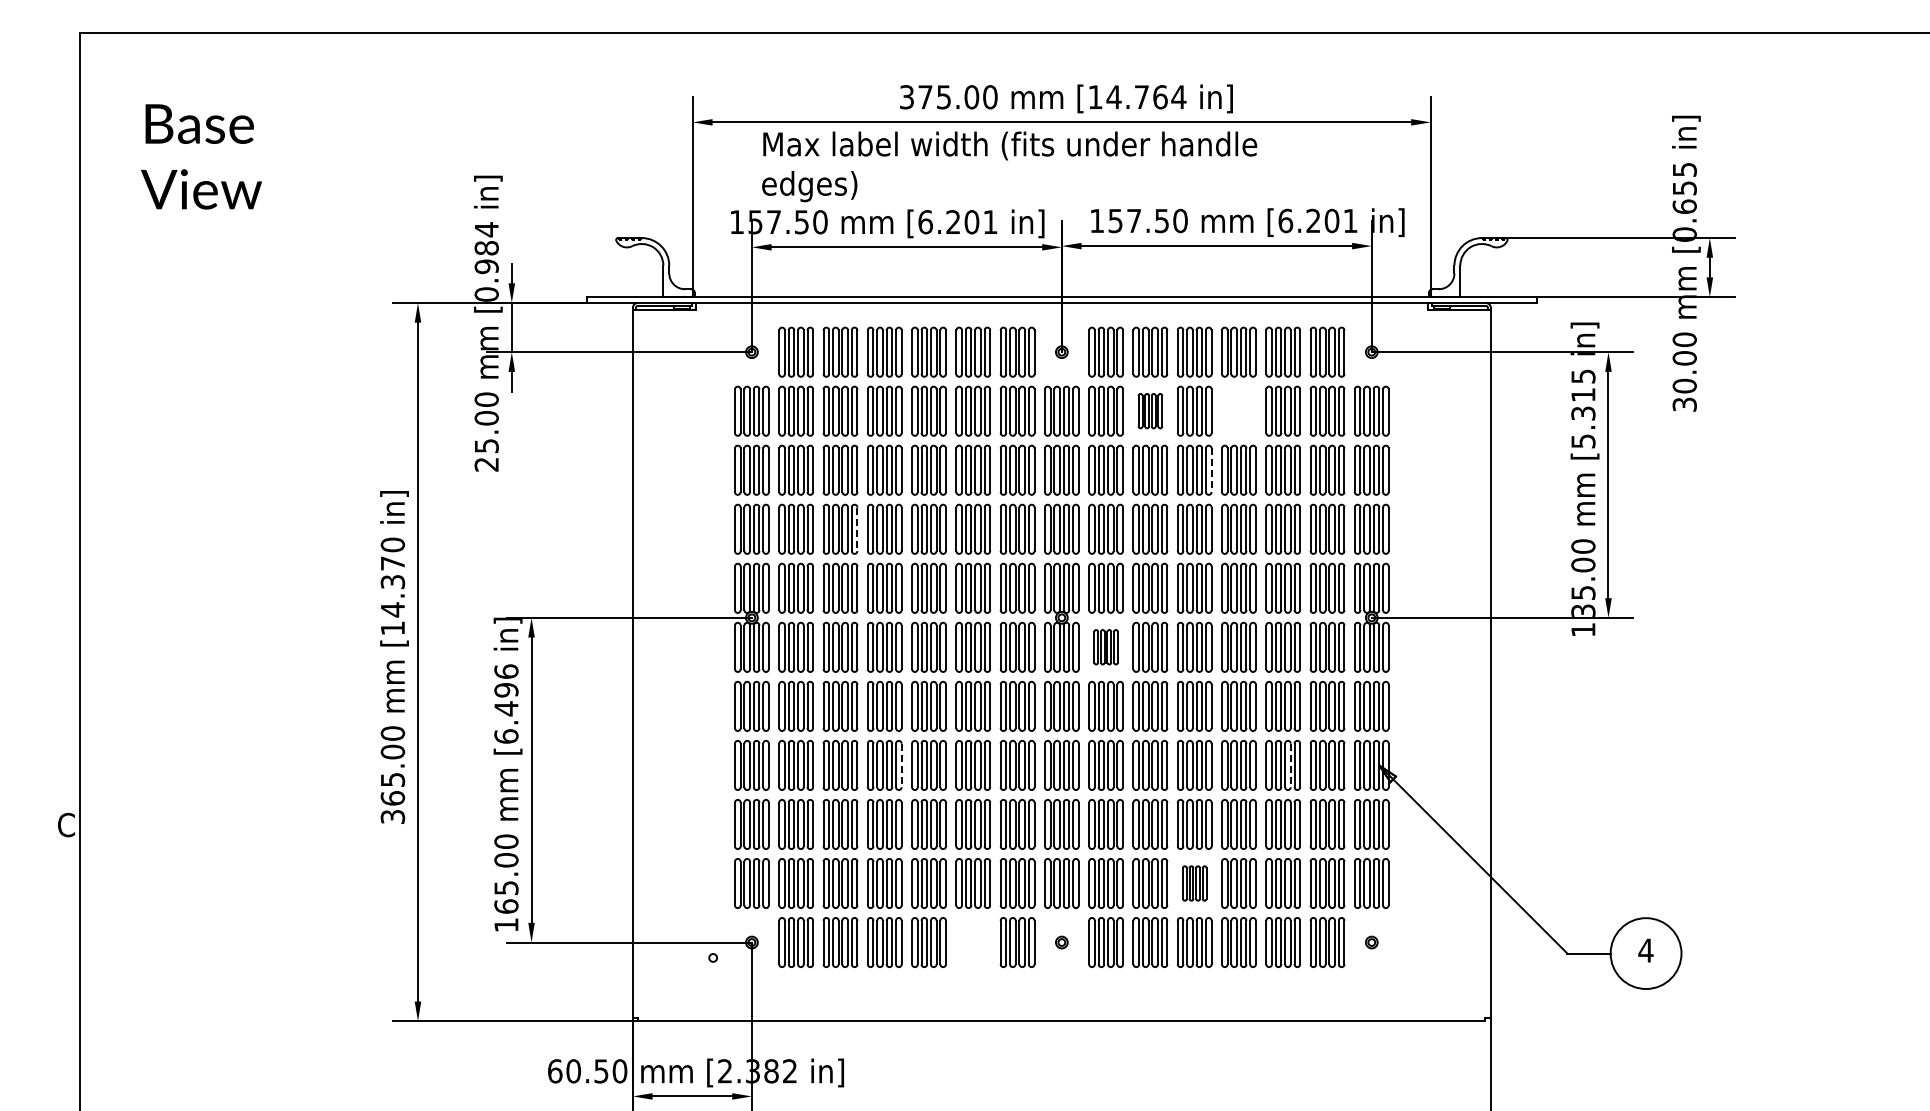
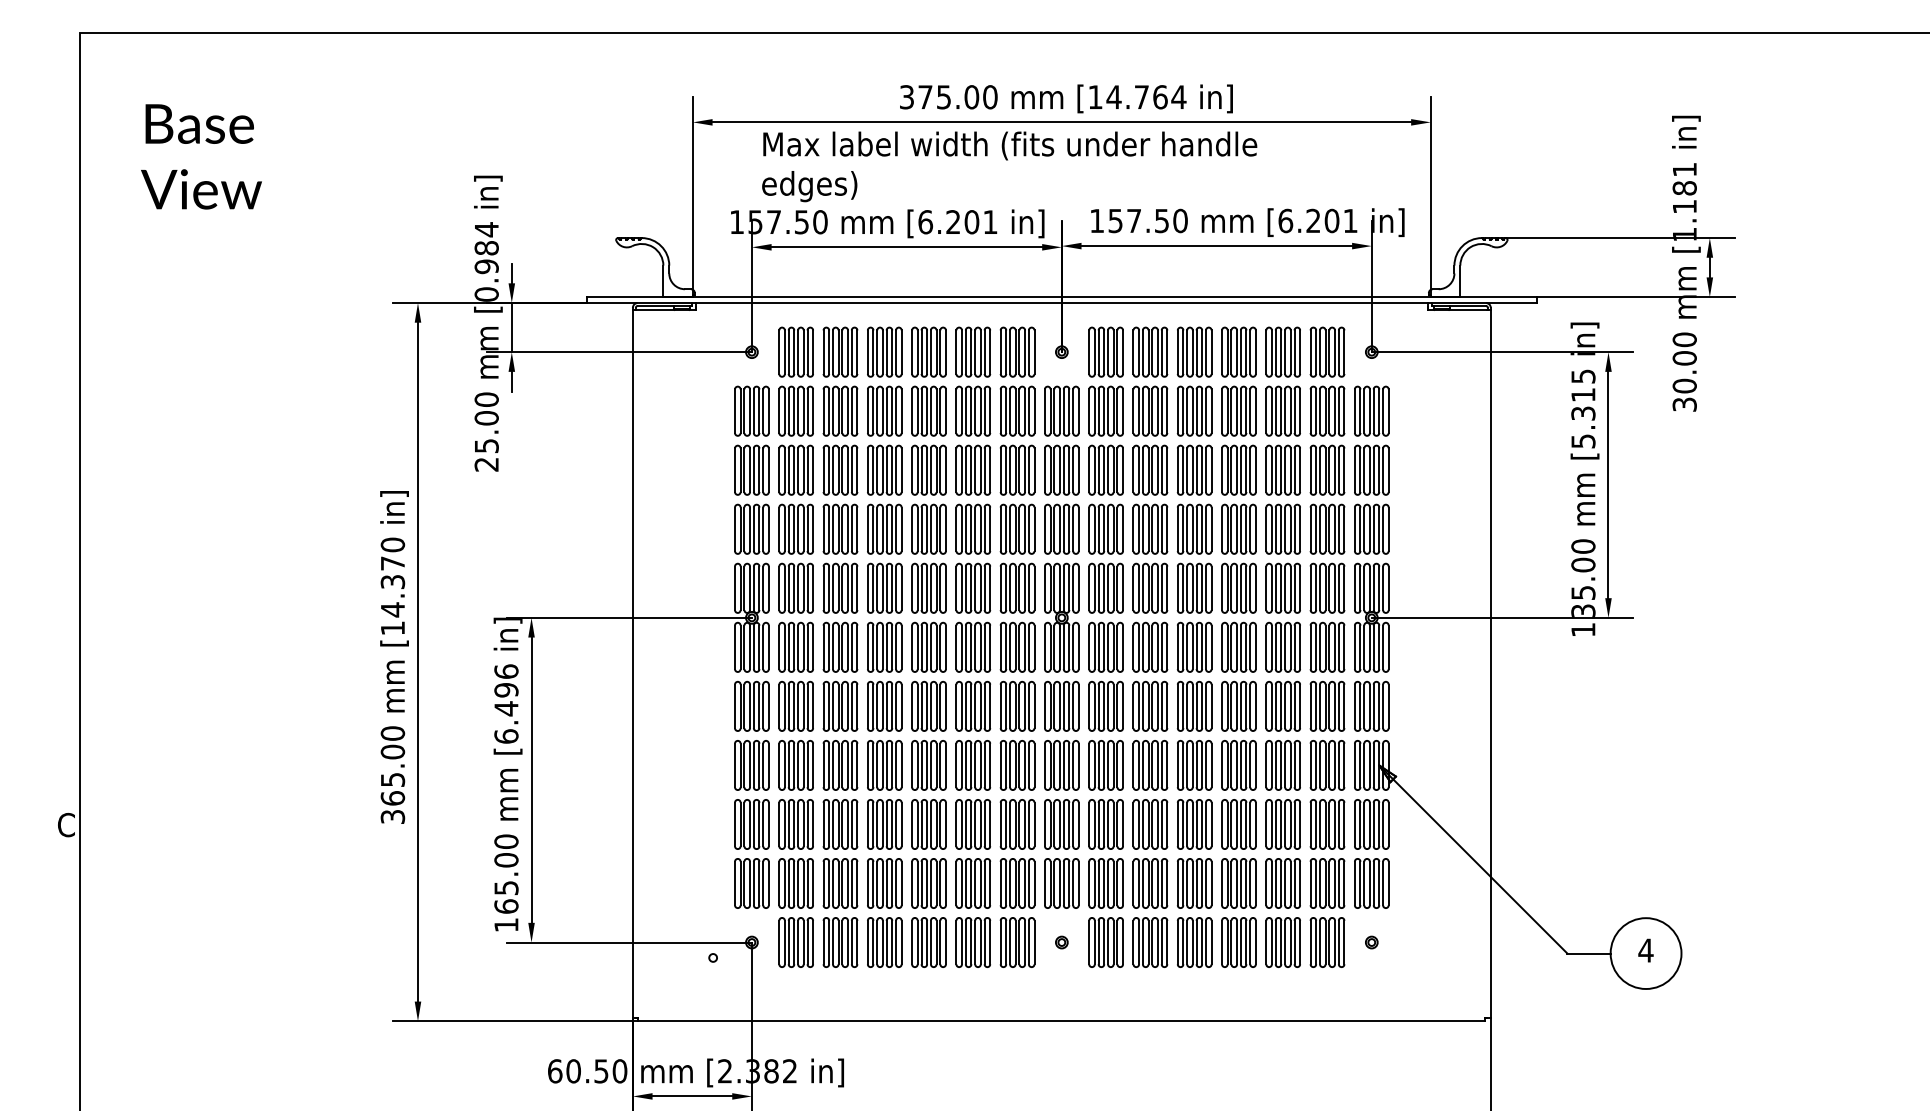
text at (1684, 202): [0.655 -> [1.181
part at (1238, 410): none -> present
part at (1150, 411) size: 27x37 px -> 37x52 px
line at (1211, 470): dashed -> solid
line at (857, 529): dashed -> solid
part at (1105, 647) size: 26x37 px -> 36x52 px
line at (901, 765): dashed -> solid
line at (1290, 765): dashed -> solid
part at (1194, 883) size: 26x37 px -> 36x51 px
part at (973, 942): none -> present
